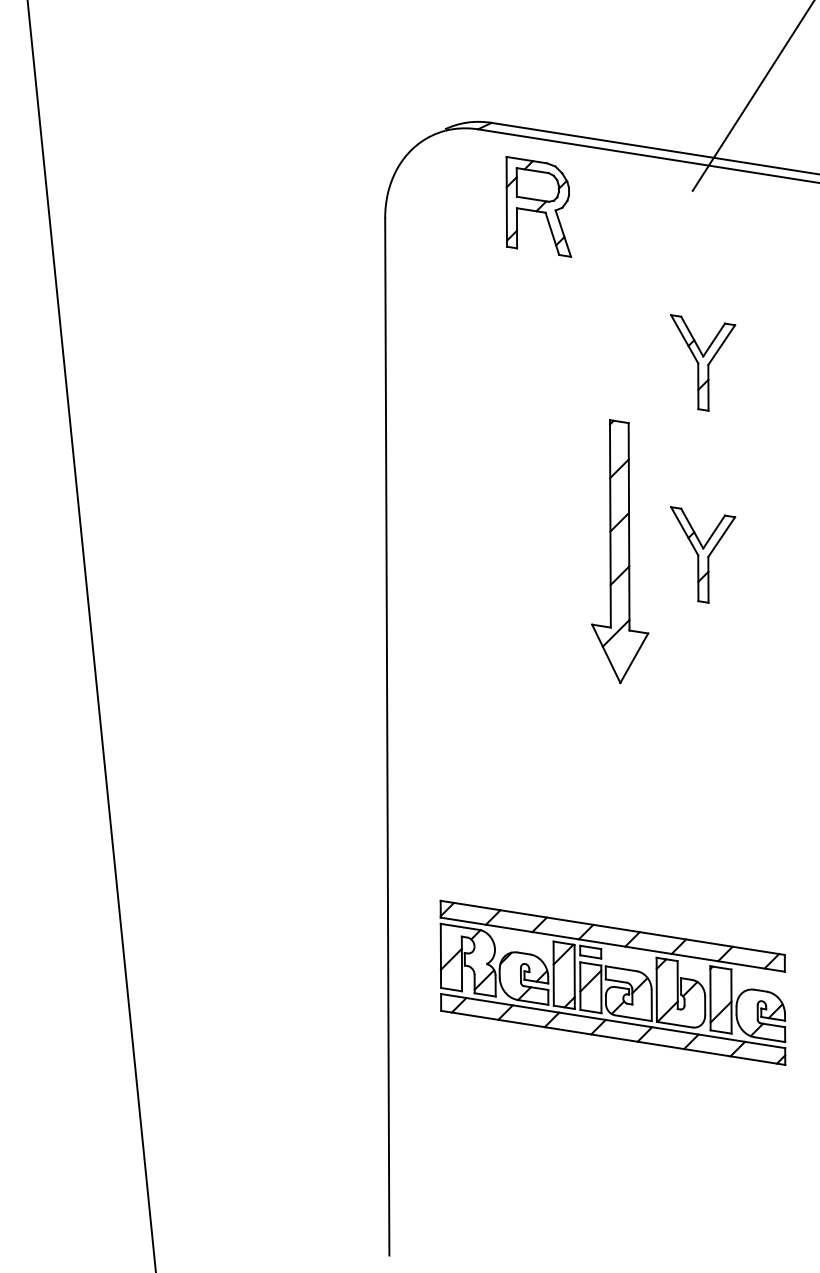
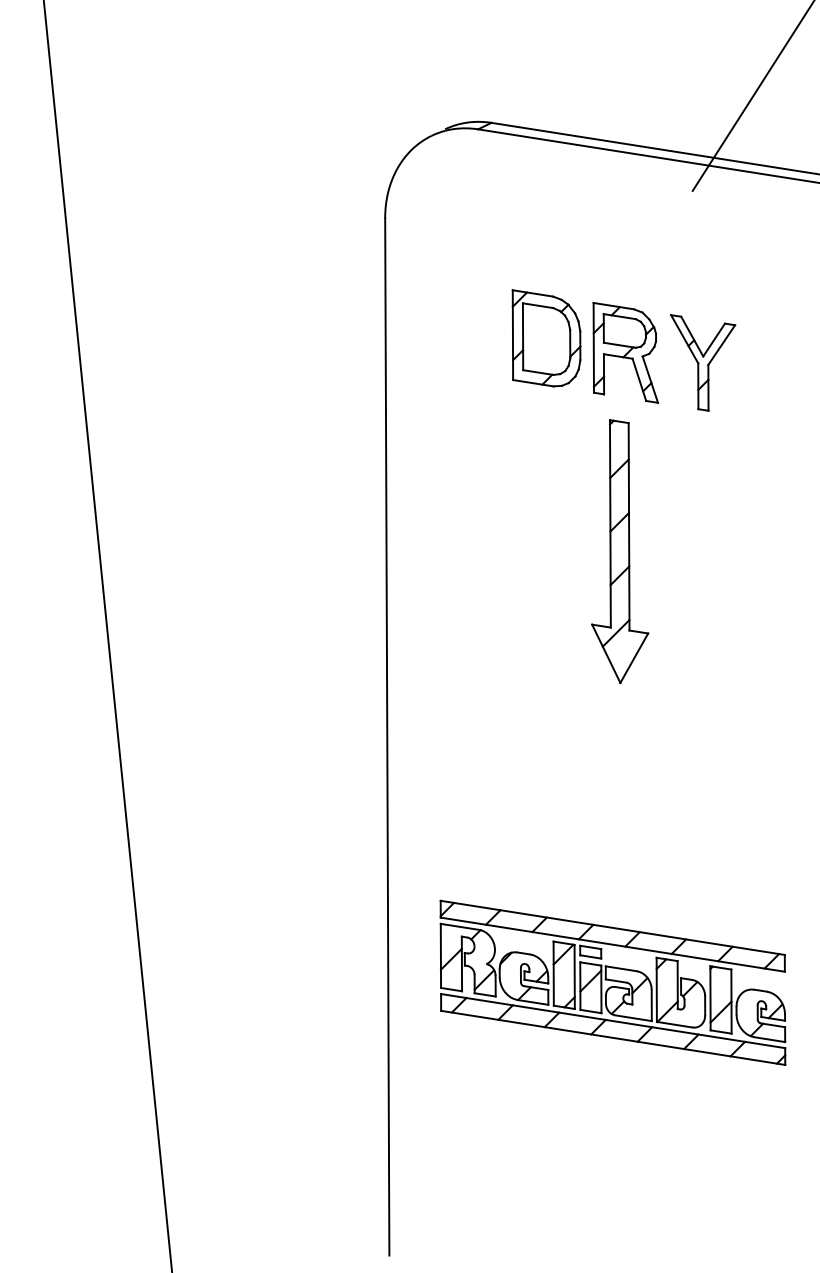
part at (538, 206) position: (538, 206) -> (625, 352)
part at (546, 338): none -> present
part at (703, 554): present -> none
line at (91, 635) position: (91, 635) -> (107, 635)
